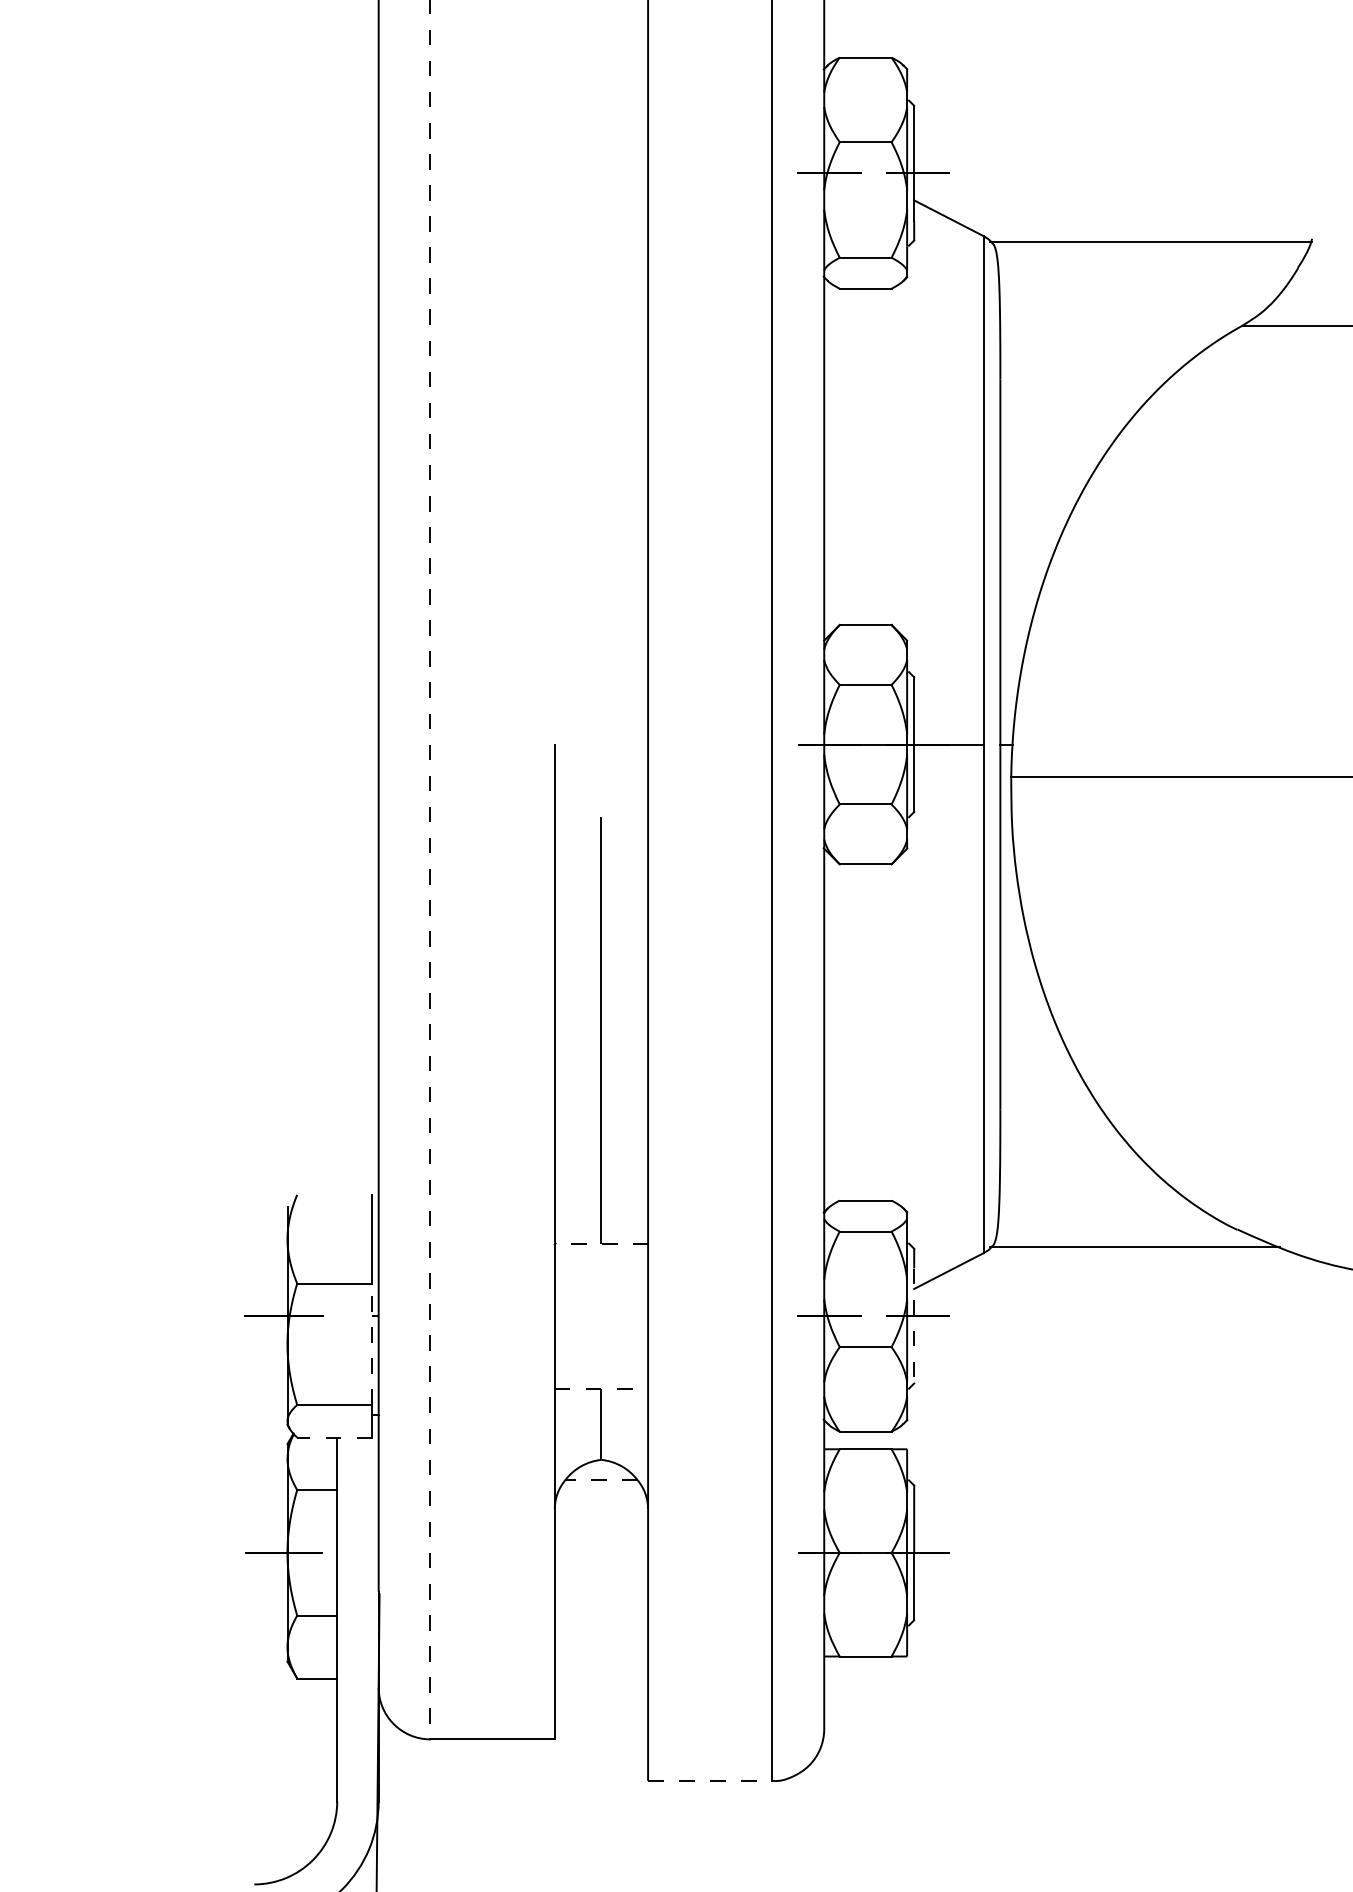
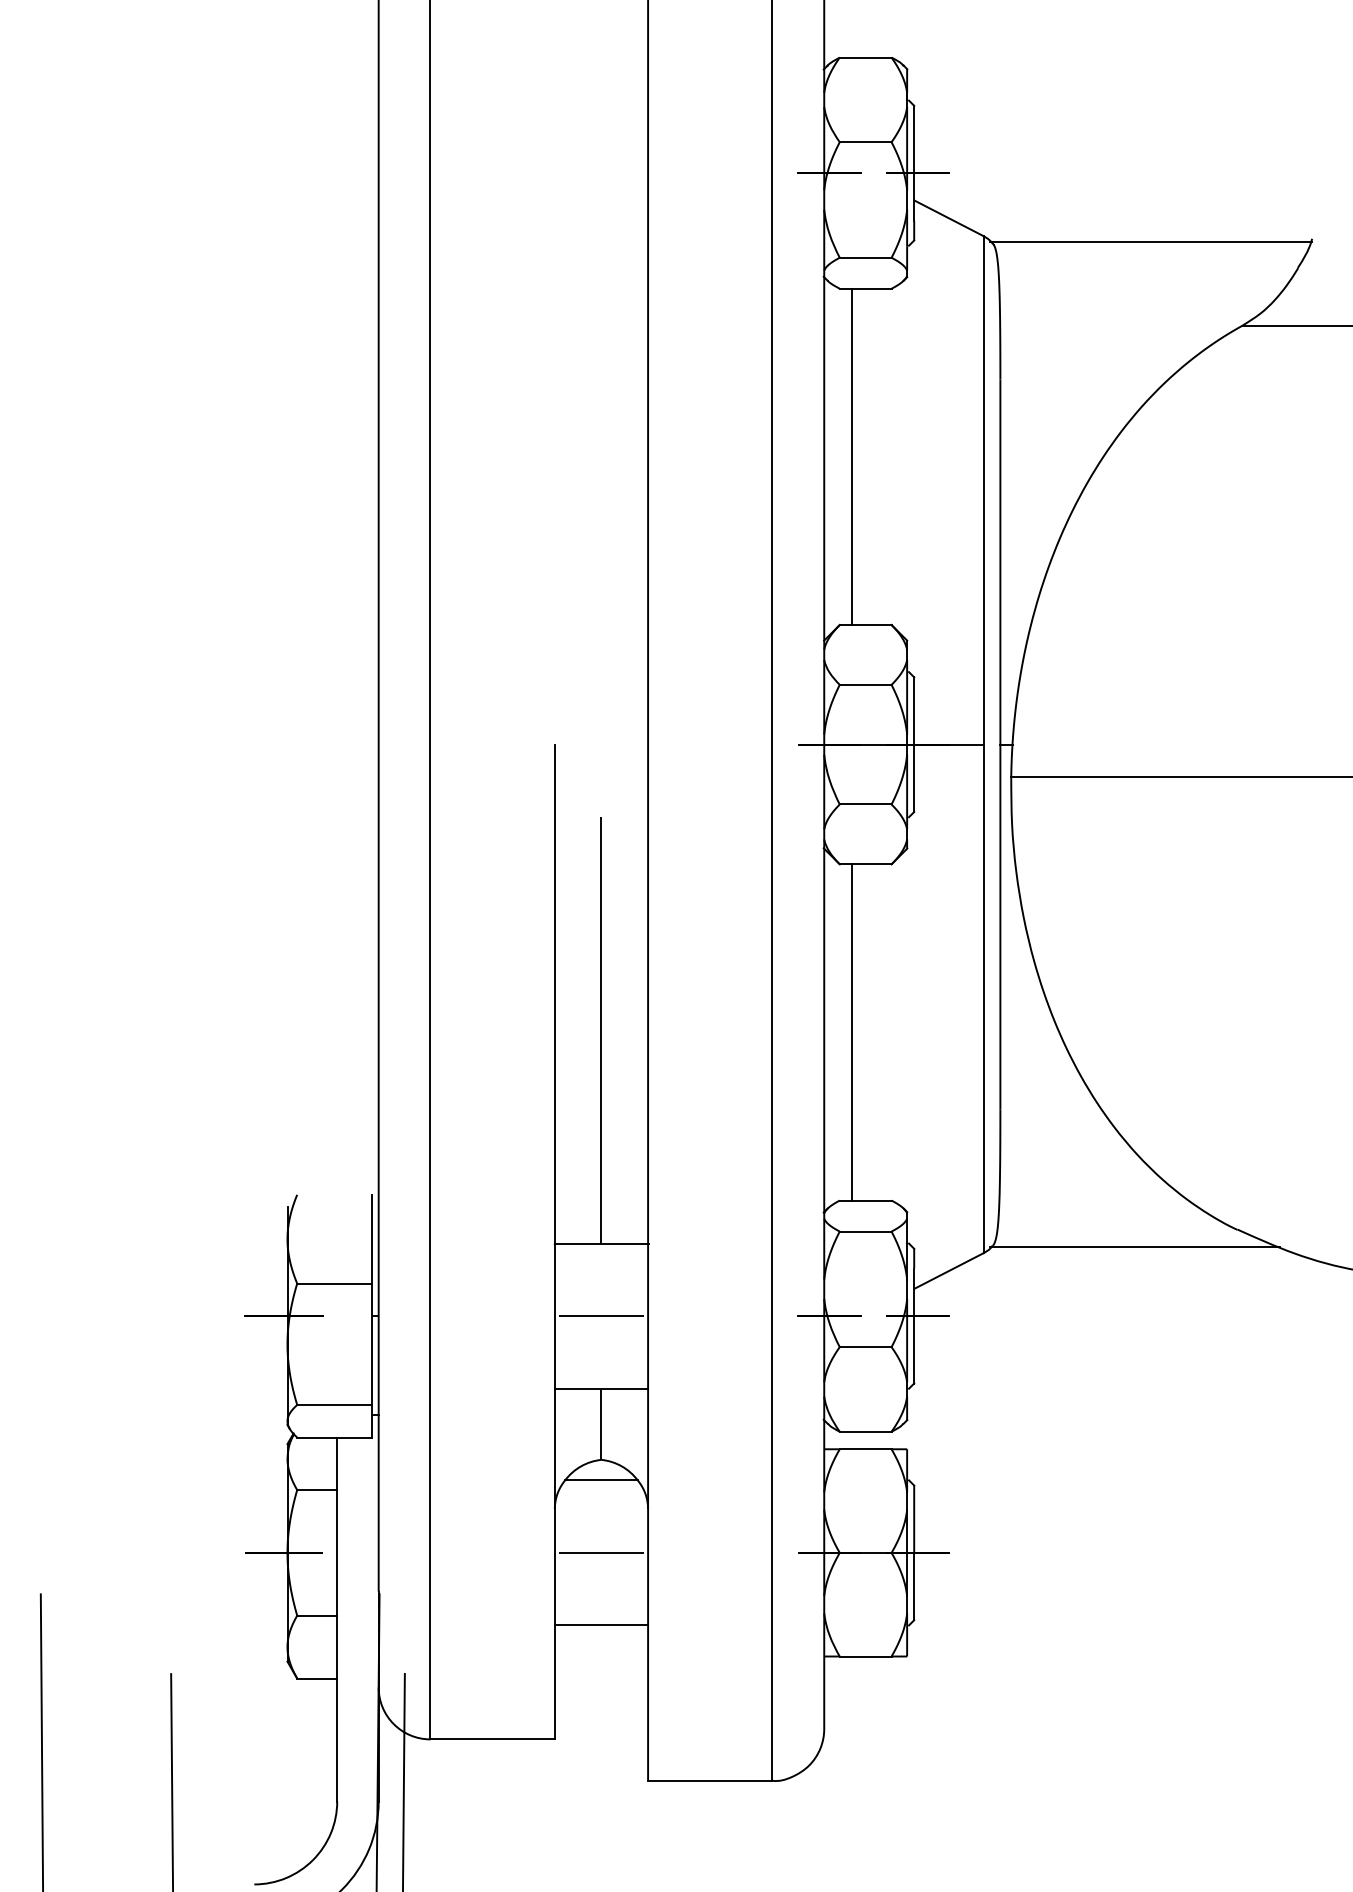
line at (852, 456): none -> present
line at (430, 870): dashed -> solid
line at (852, 1032): none -> present
line at (601, 1243): dashed -> solid
line at (601, 1316): none -> present
line at (914, 1326): dashed -> solid
line at (372, 1344): dashed -> solid
line at (601, 1388): dashed -> solid
line at (334, 1437): dashed -> solid
line at (600, 1480): dashed -> solid
line at (601, 1552): none -> present
line at (601, 1625): none -> present
line at (41, 1740): none -> present
line at (172, 1780): none -> present
line at (403, 1780): none -> present
line at (710, 1780): dashed -> solid
